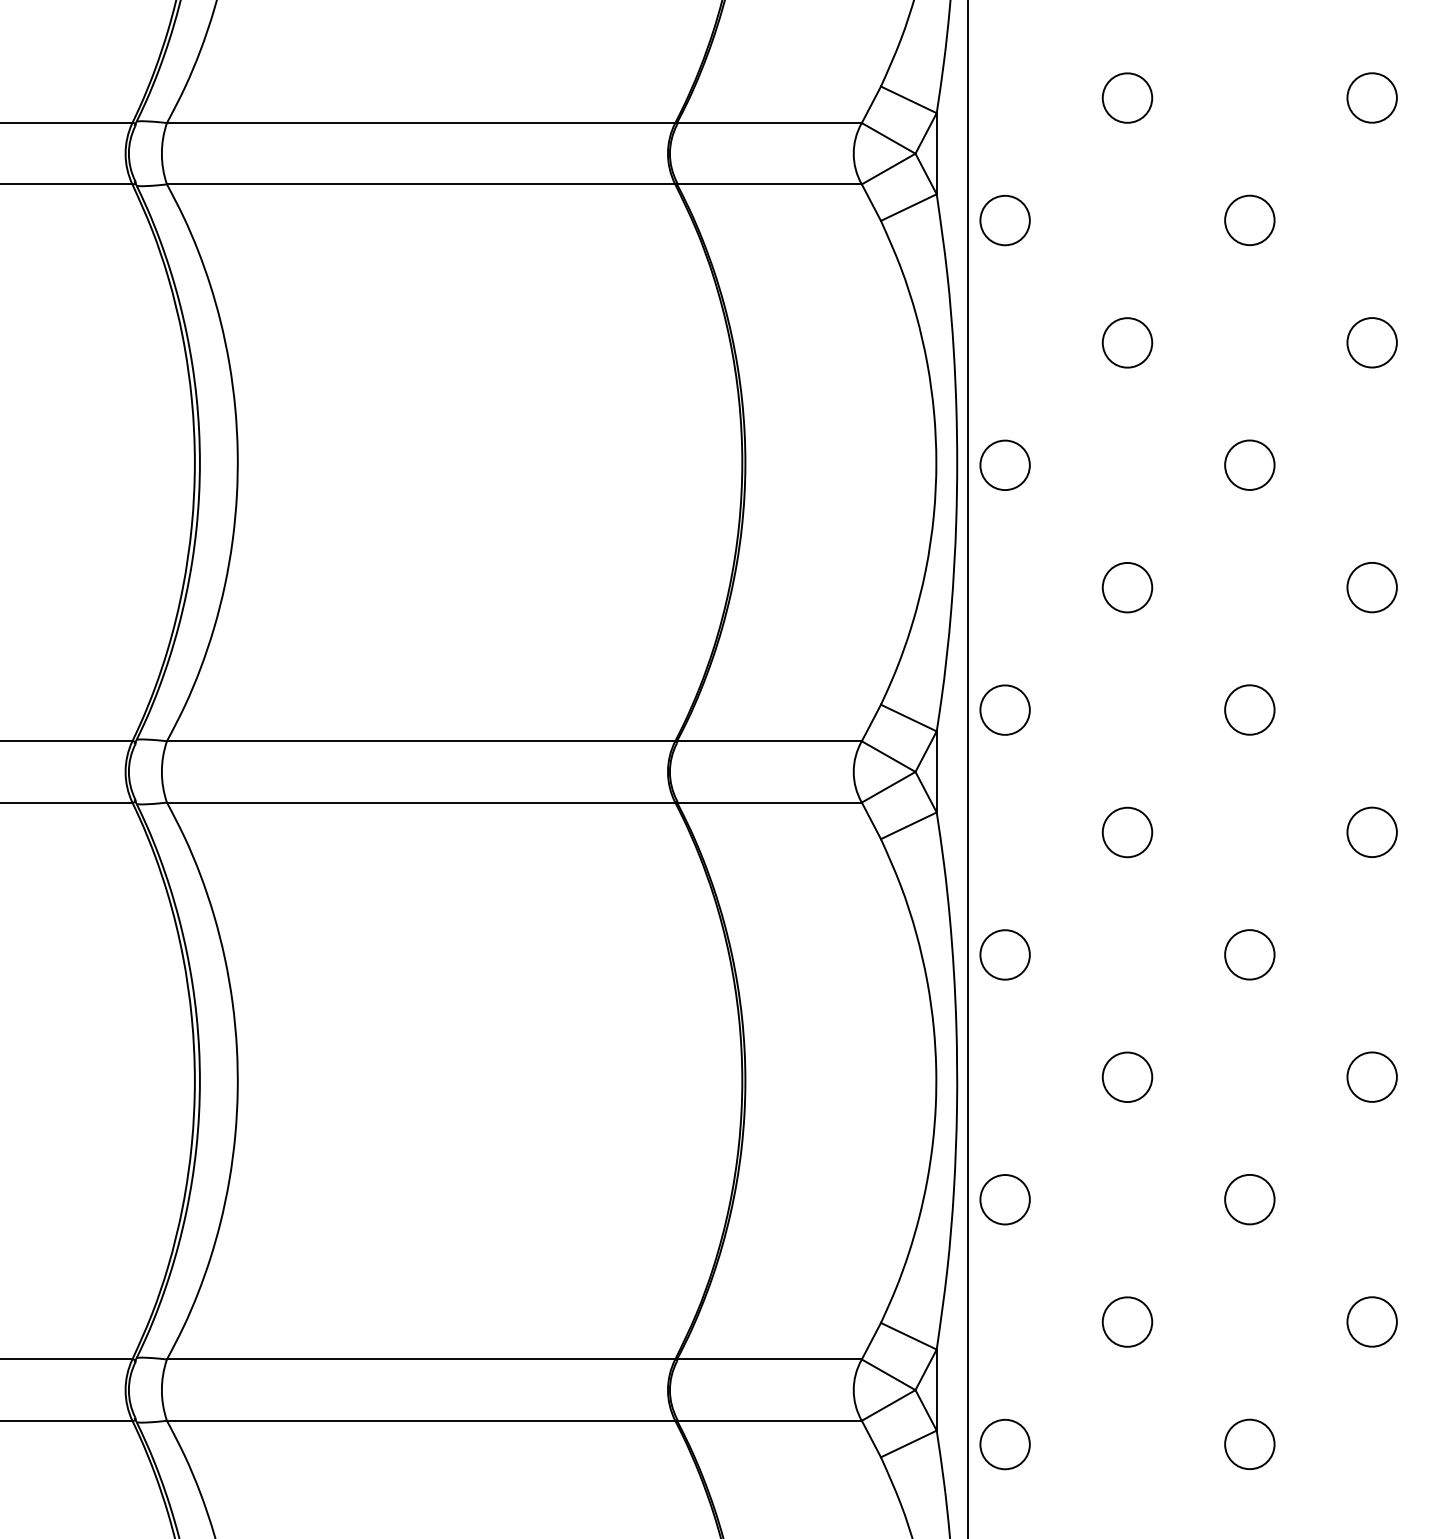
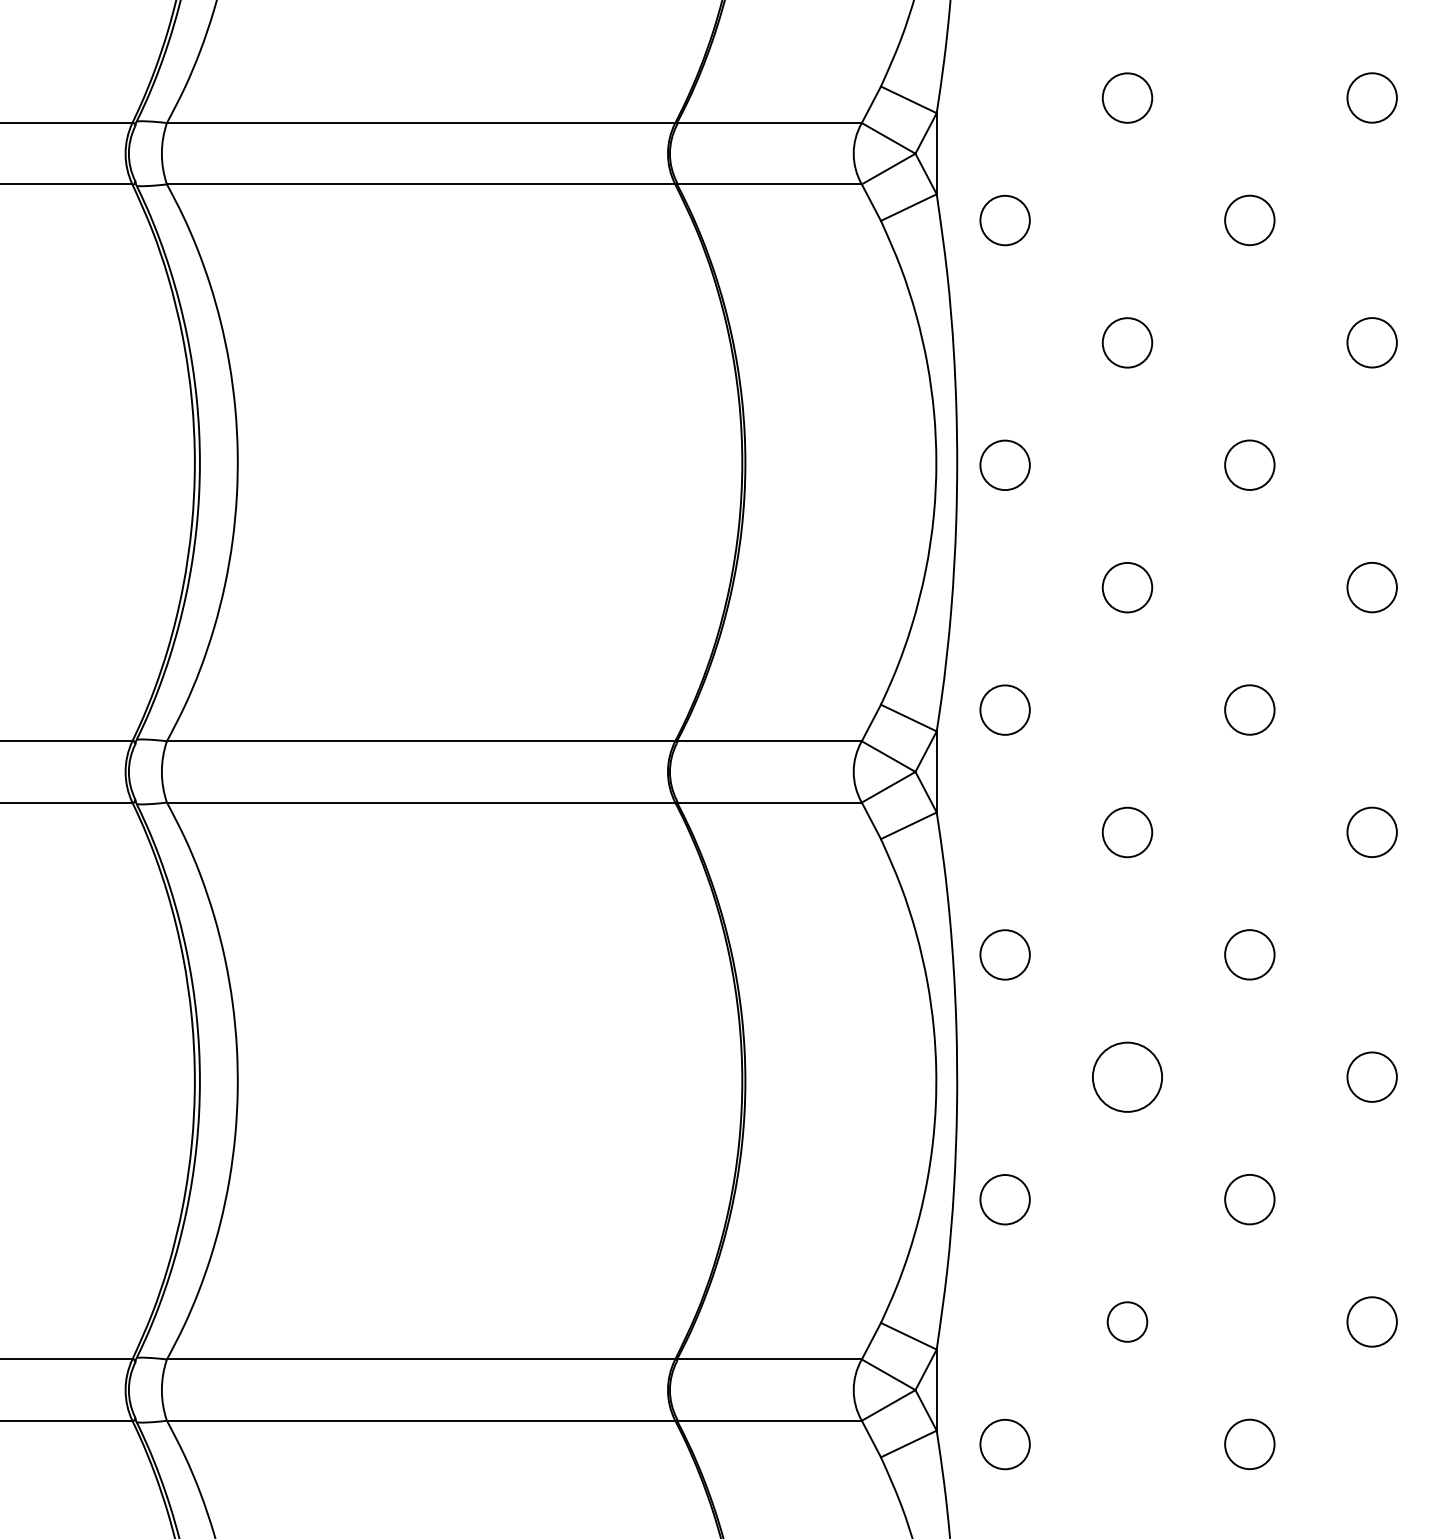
line at (967, 768): present -> none
circle at (1127, 1077) diameter: 49 px -> 69 px
circle at (1127, 1321) size: 53x52 px -> 43x42 px
